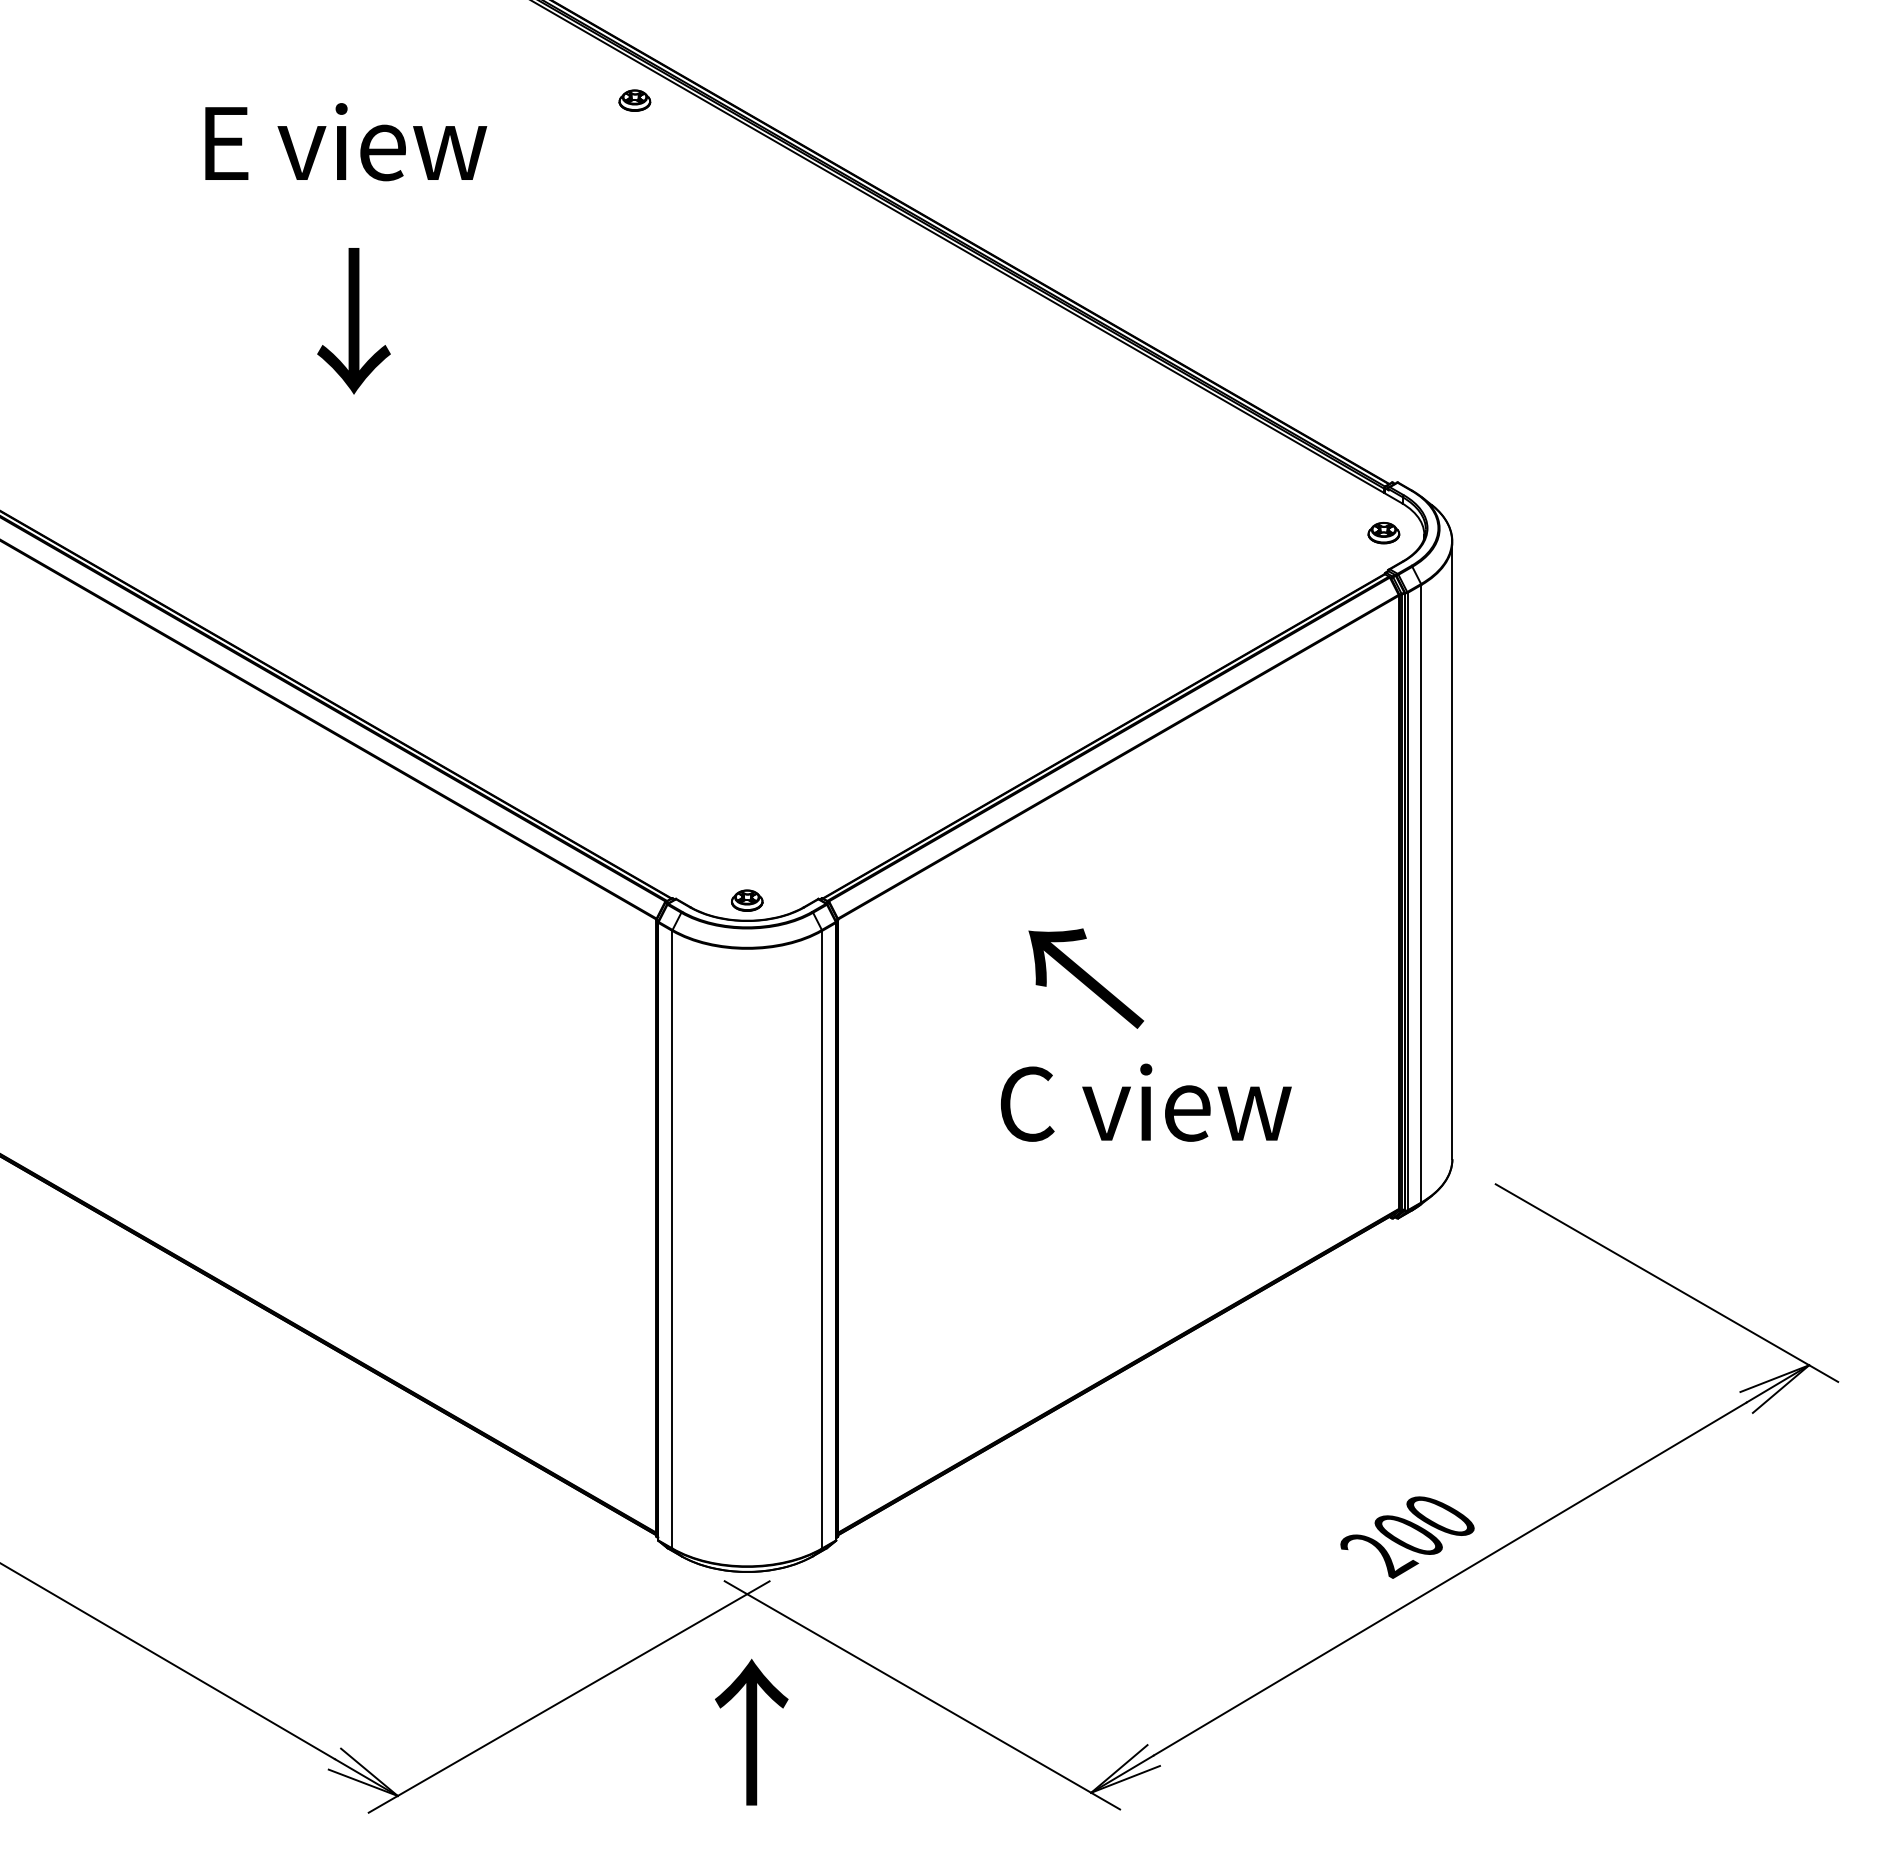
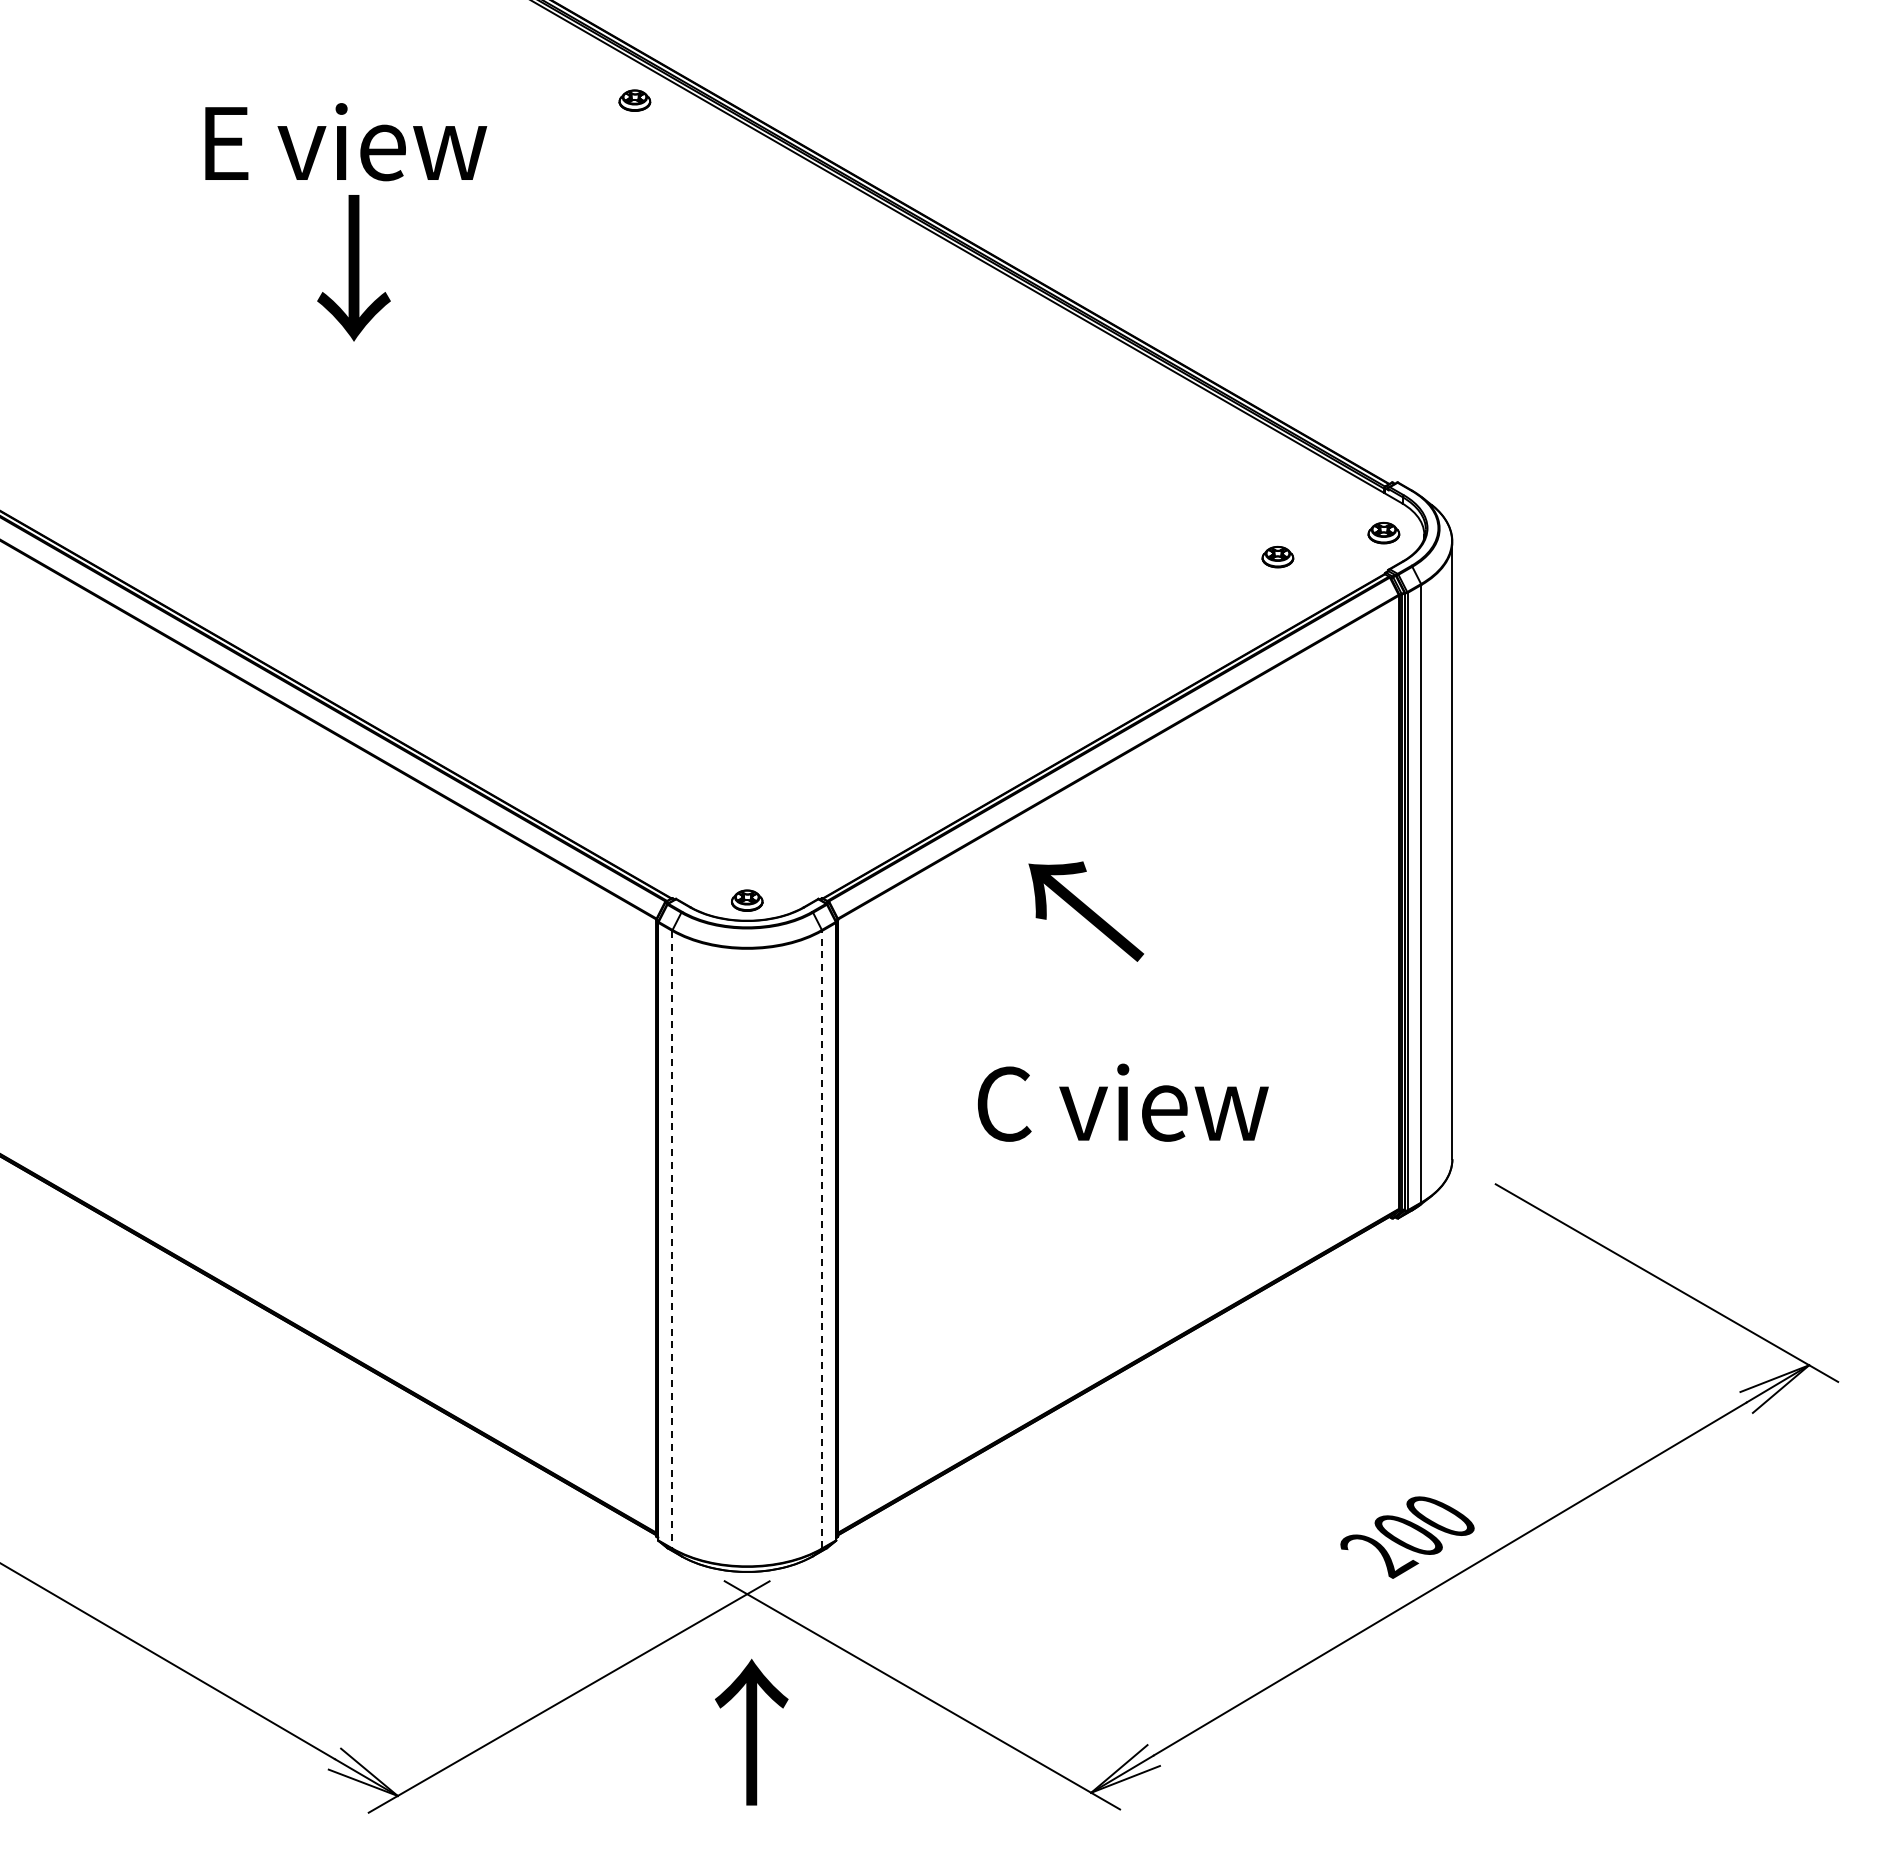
text at (353, 321) position: (353, 321) -> (353, 268)
part at (1277, 557): none -> present
text at (1086, 978) position: (1086, 978) -> (1086, 911)
text at (1146, 1102) position: (1146, 1102) -> (1123, 1102)
line at (672, 1239): solid -> dashed
line at (822, 1239): solid -> dashed
